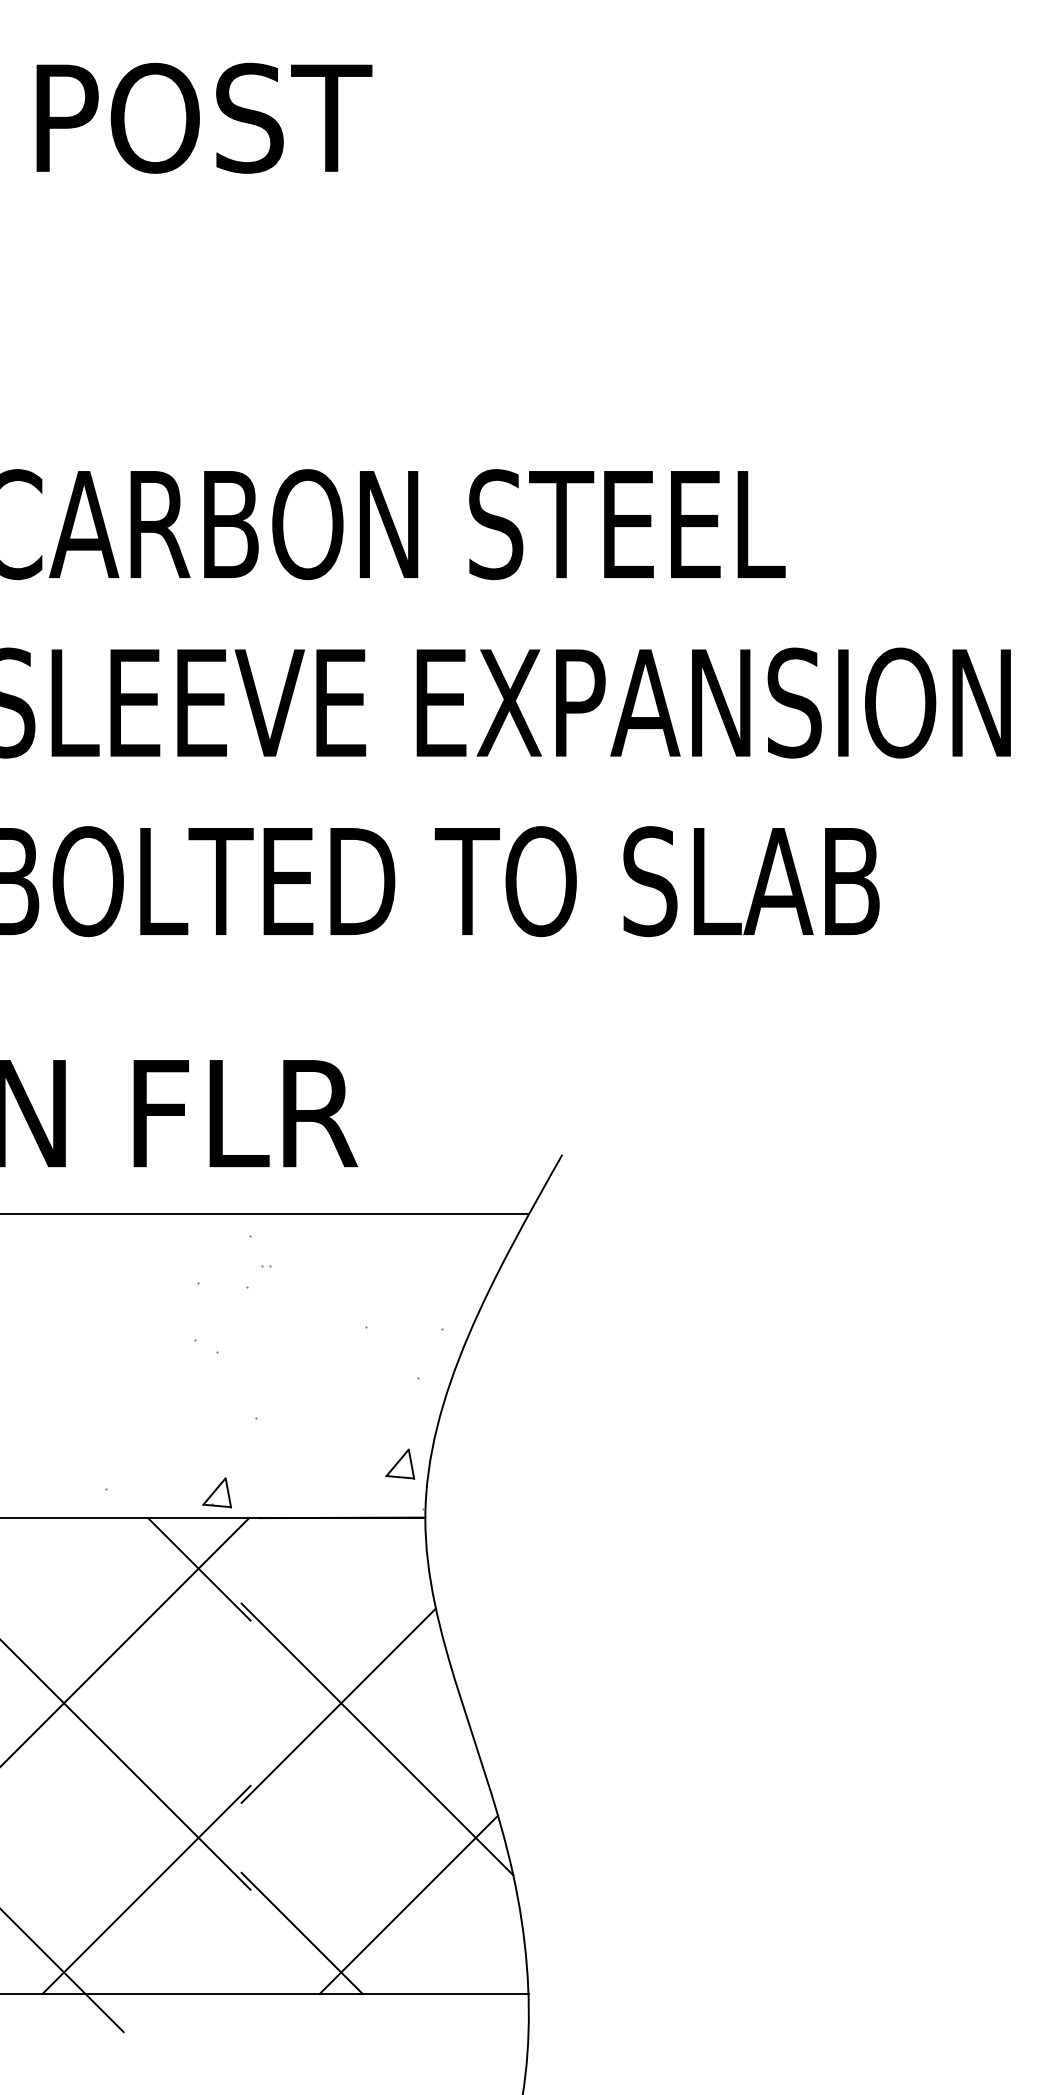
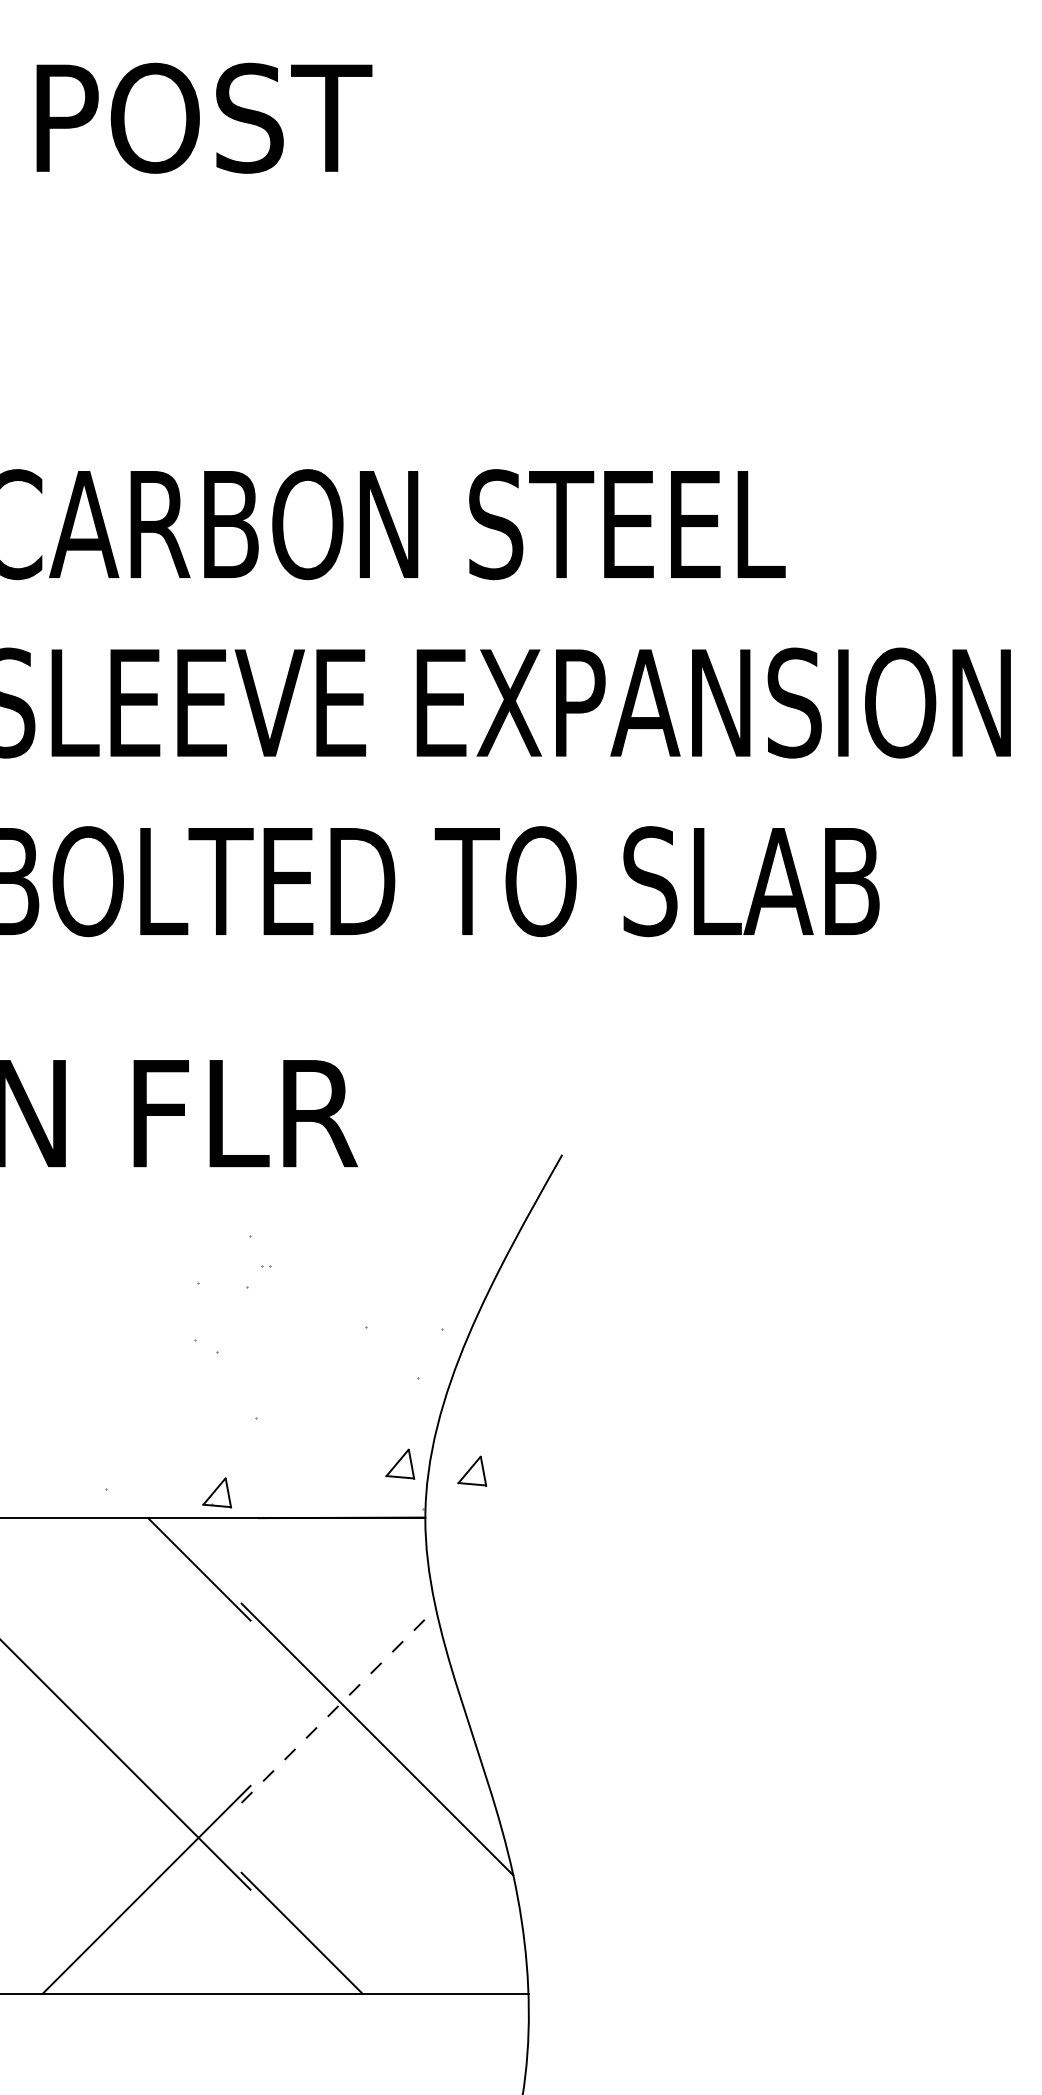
line at (265, 1213): present -> none
part at (472, 1470): none -> present
line at (125, 1641): present -> none
line at (339, 1705): solid -> dashed
line at (408, 1904): present -> none
line at (62, 1971): present -> none
